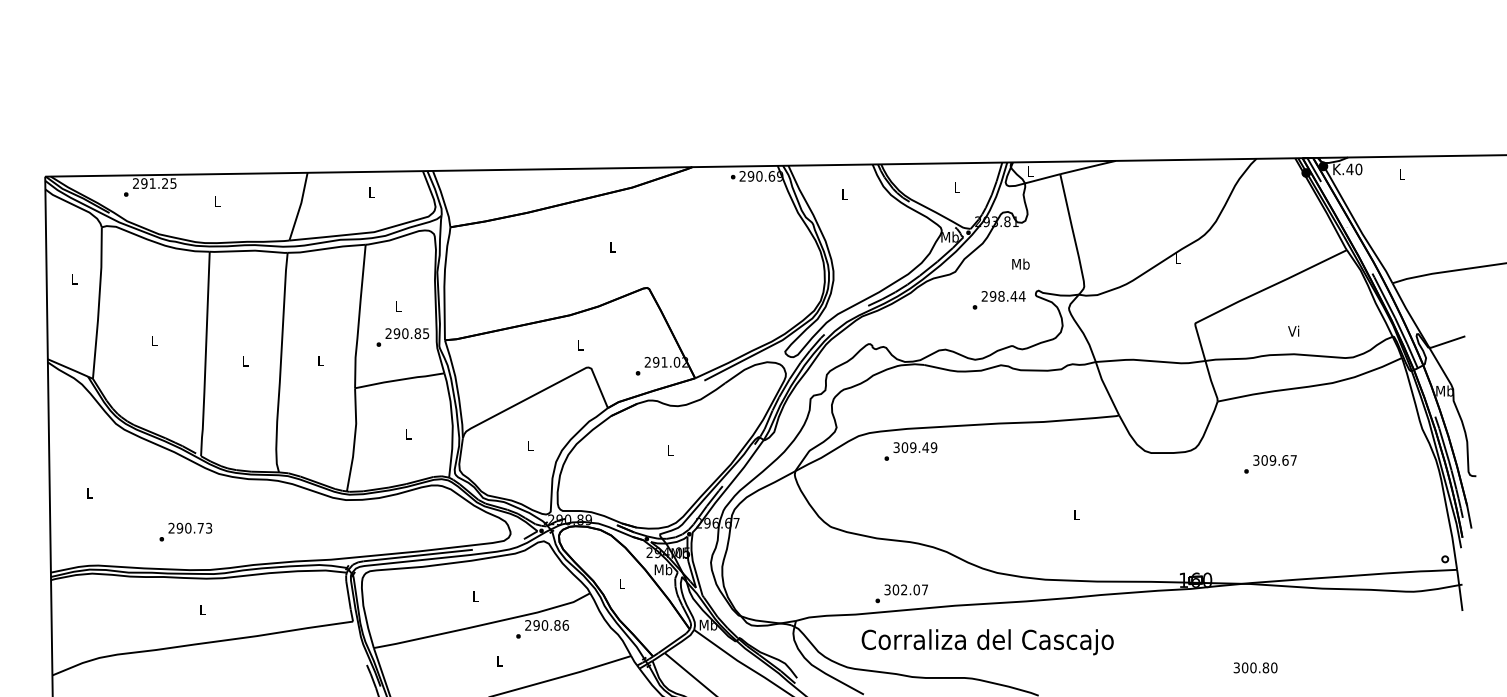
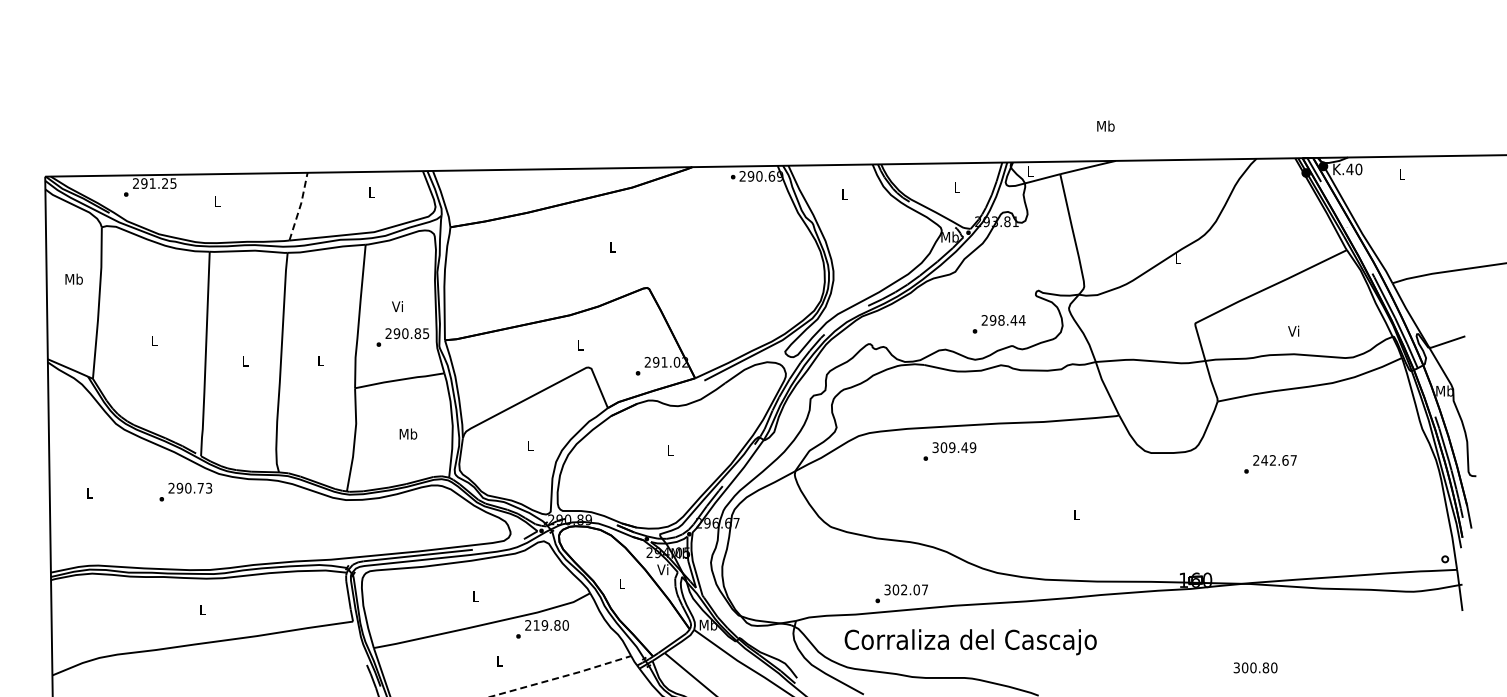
line at (300, 206): solid -> dashed
text at (1020, 263) position: (1020, 263) -> (1105, 125)
text at (73, 278): L -> Mb
text at (998, 300) position: (998, 300) -> (998, 324)
text at (397, 306): L -> Vi
text at (408, 433): L -> Mb
text at (910, 451) position: (910, 451) -> (949, 451)
text at (1264, 460): 309.67 -> 242.67
text at (185, 531) position: (185, 531) -> (185, 491)
text at (663, 569): Mb -> Vi
text at (551, 625): 290.86 -> 219.80
text at (987, 642) position: (987, 642) -> (970, 642)
line at (562, 676): solid -> dashed
